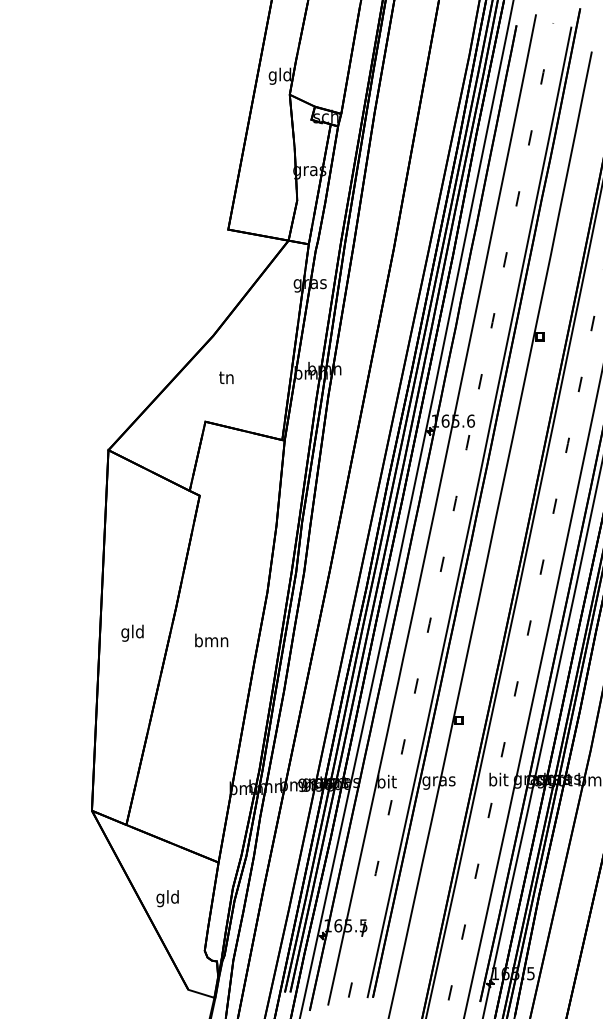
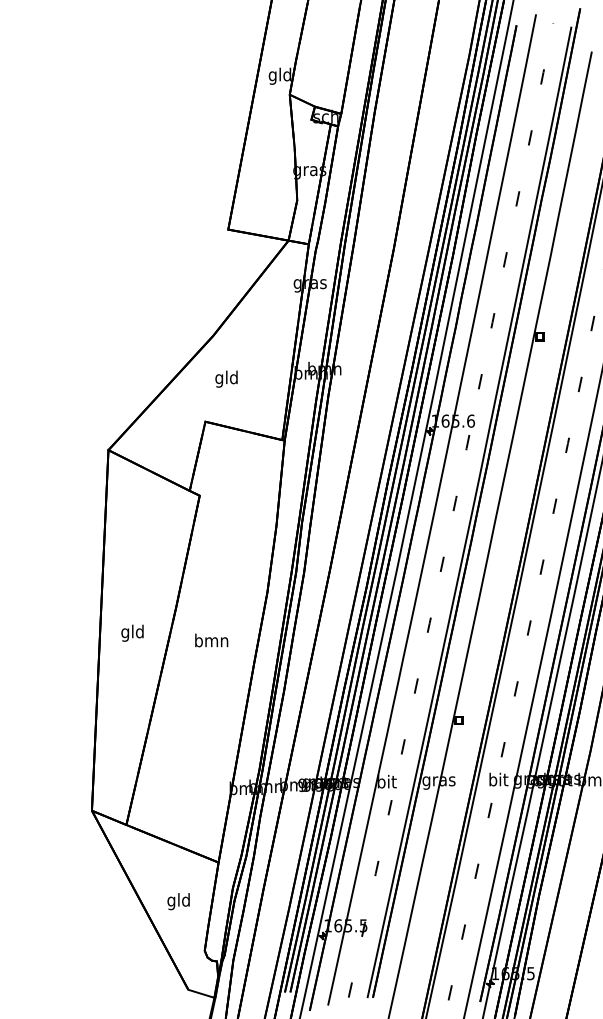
text at (226, 378): tn -> gld
text at (167, 898) position: (167, 898) -> (178, 901)
